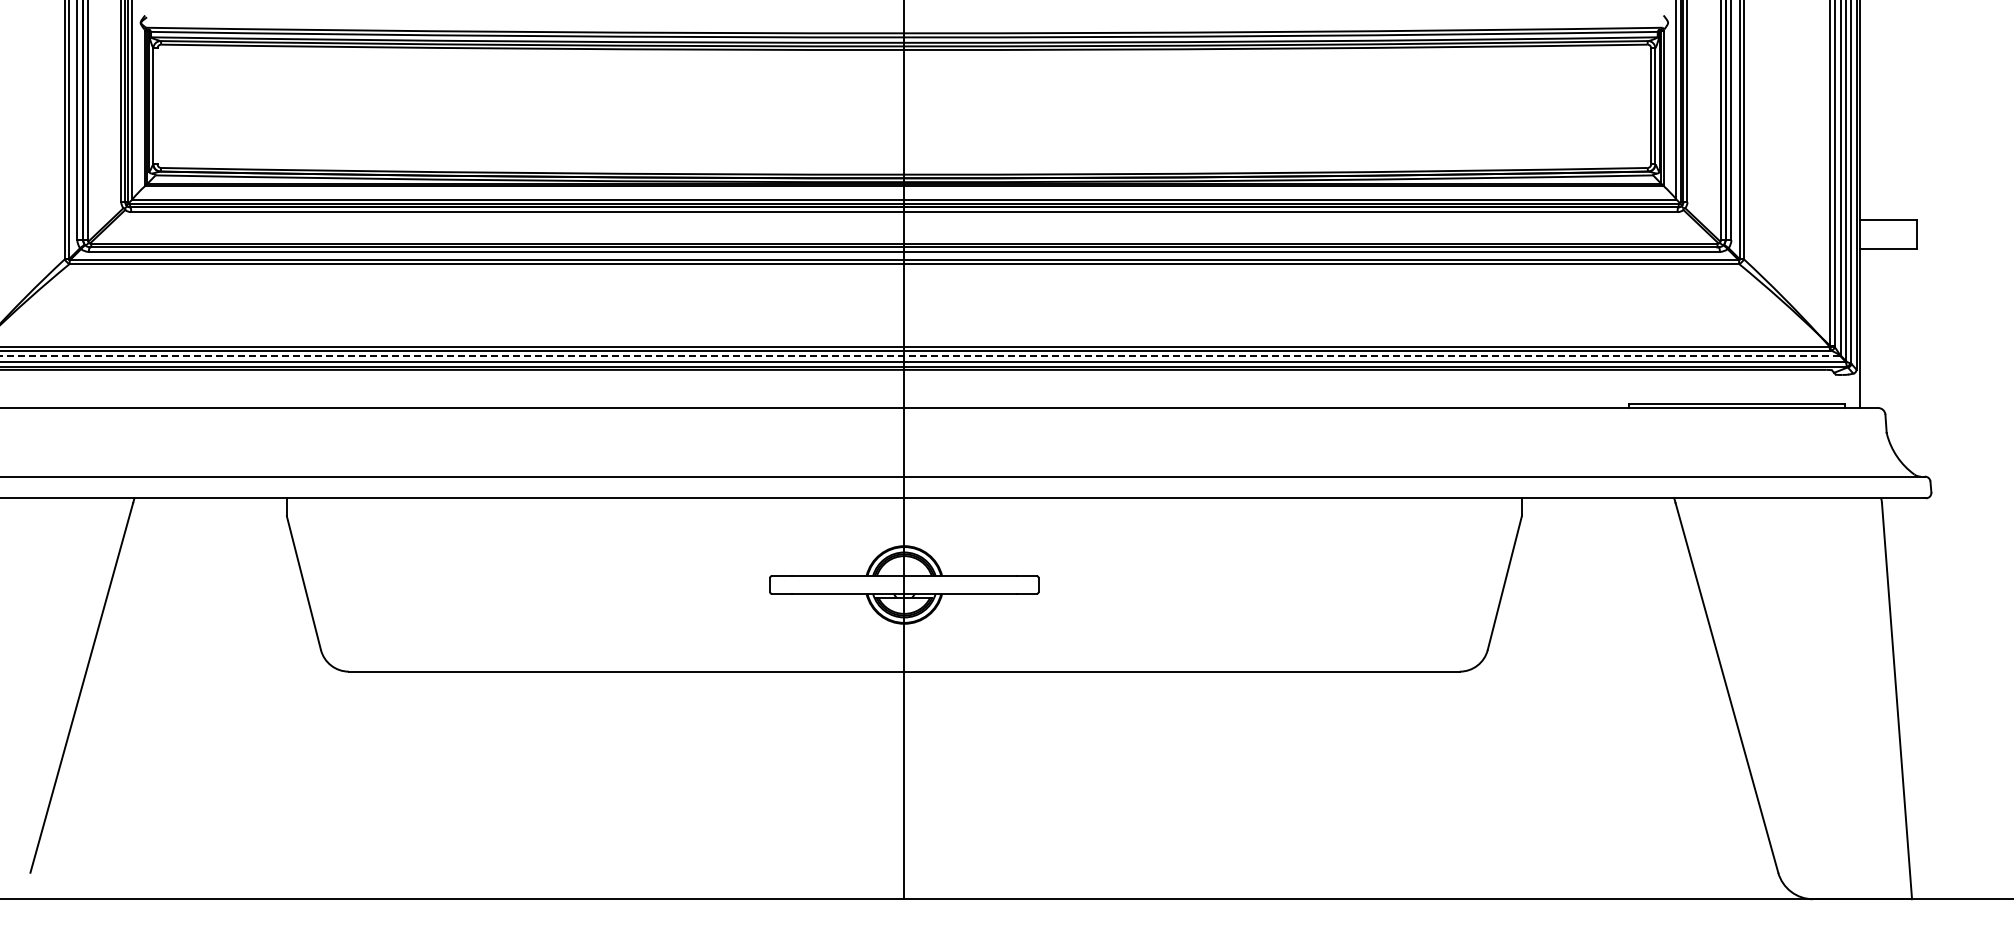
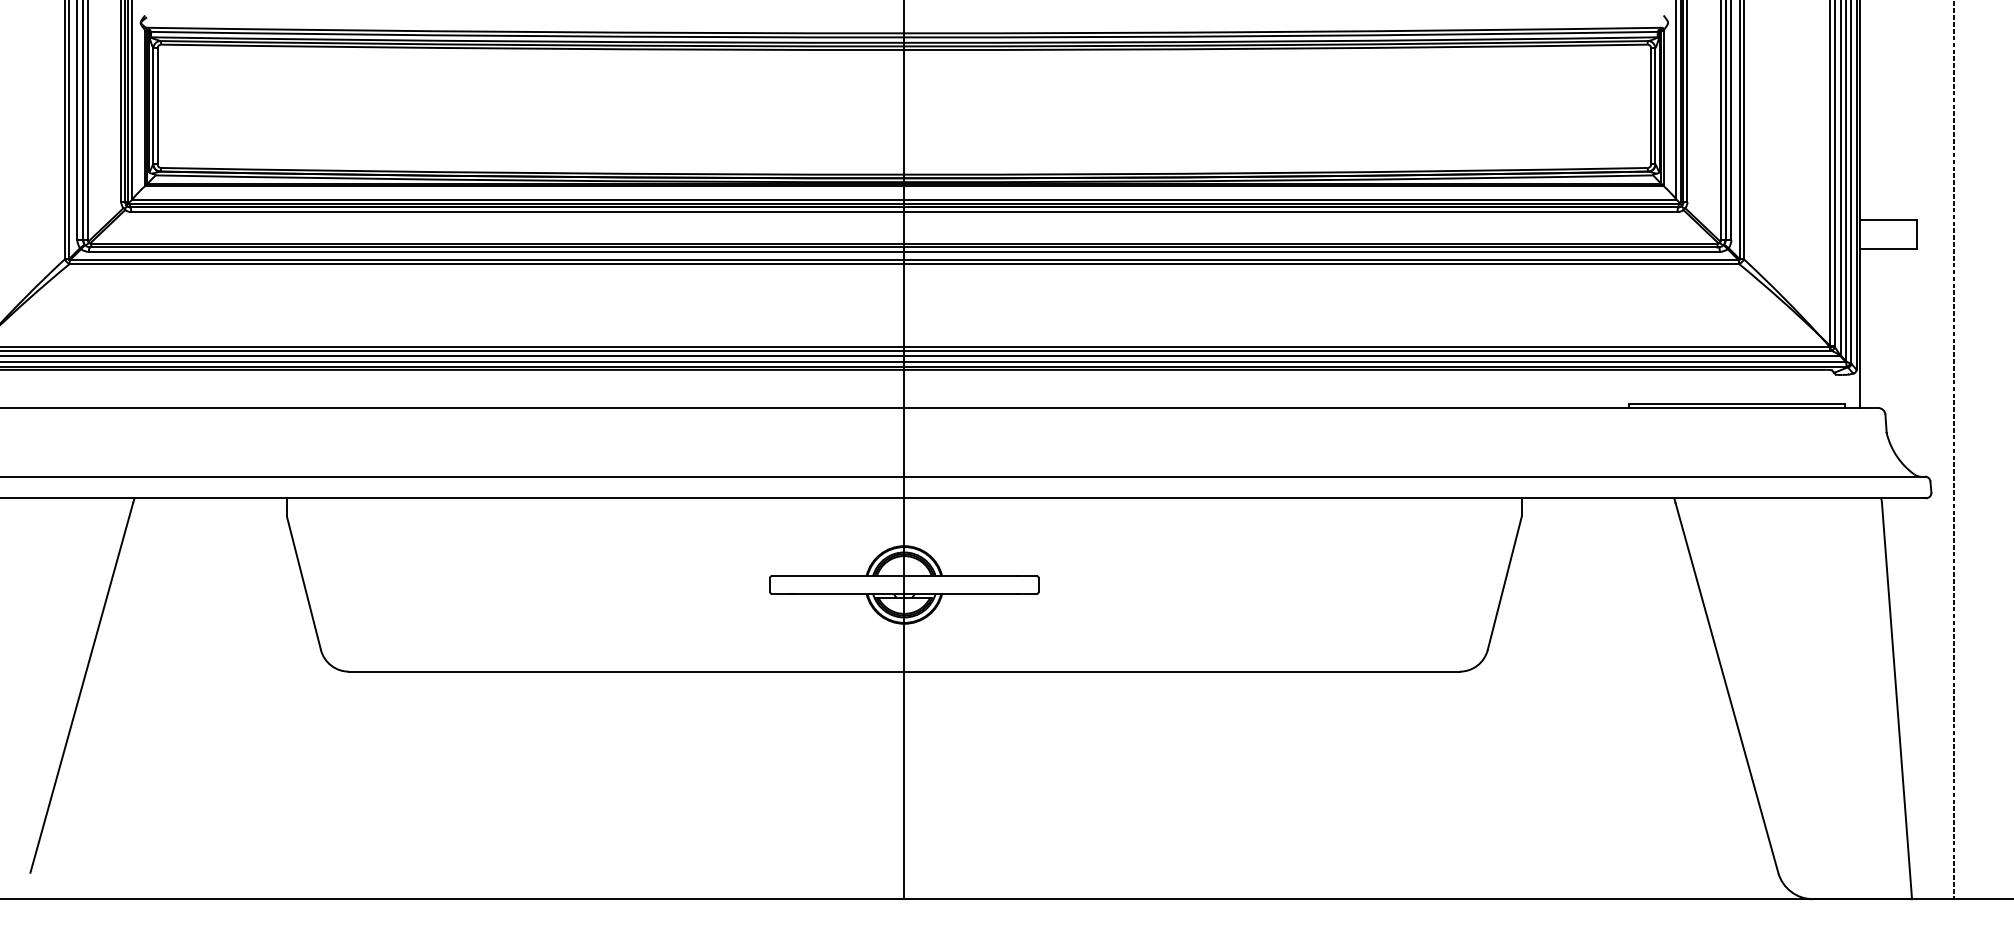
line at (157, 106): none -> present
line at (920, 355): dashed -> solid
line at (1953, 450): none -> present
